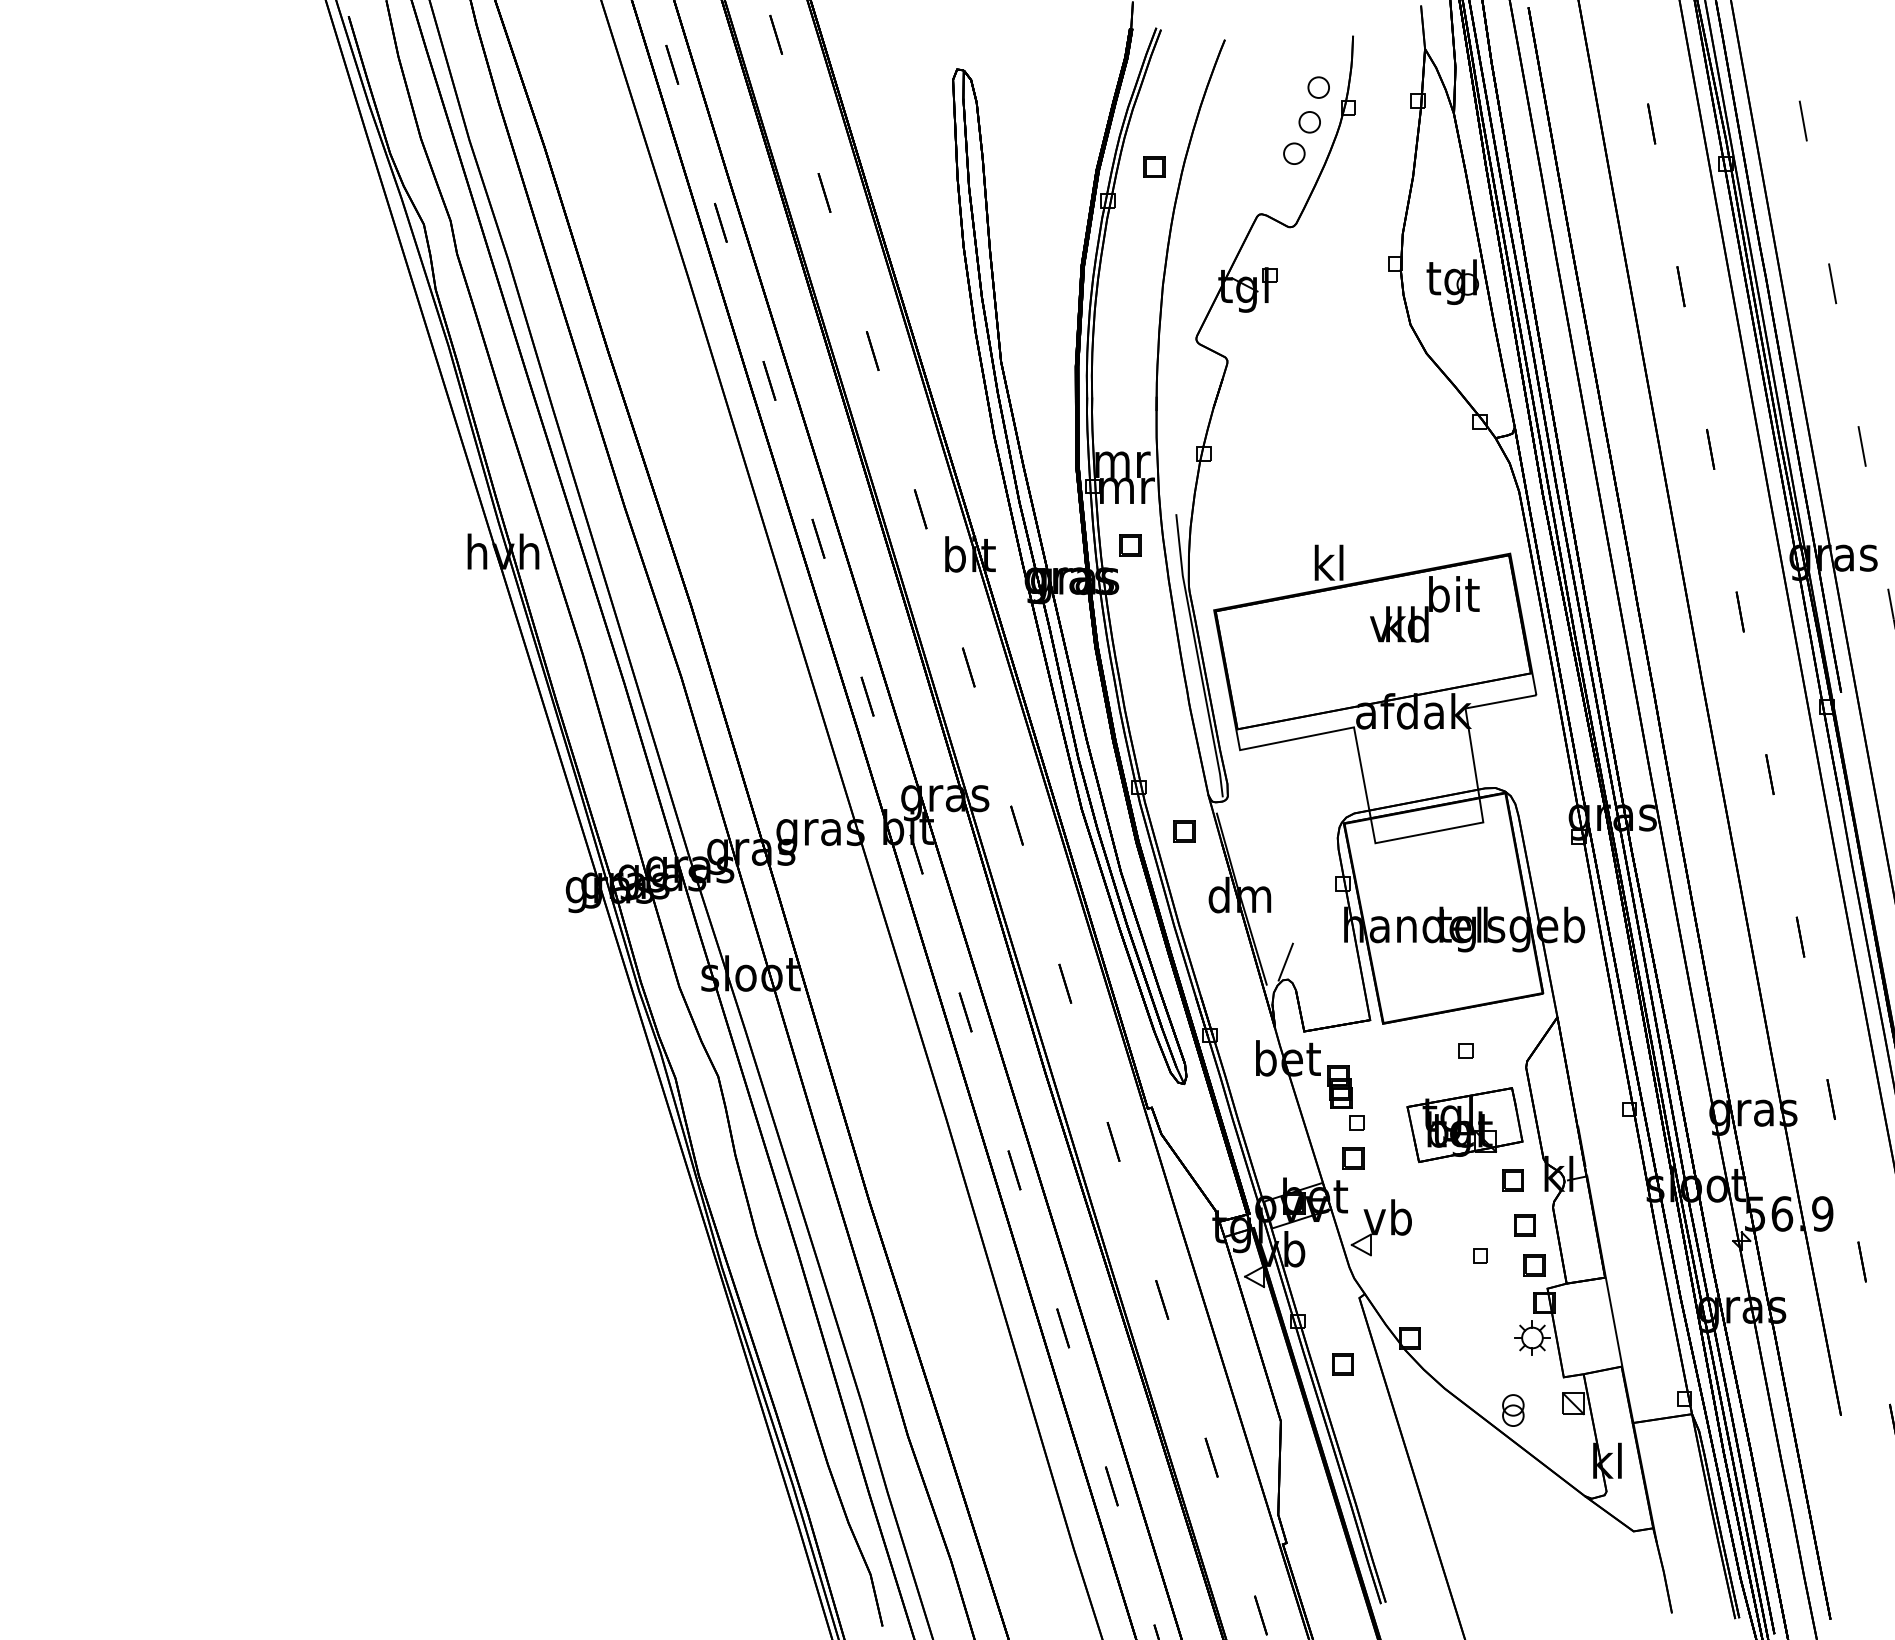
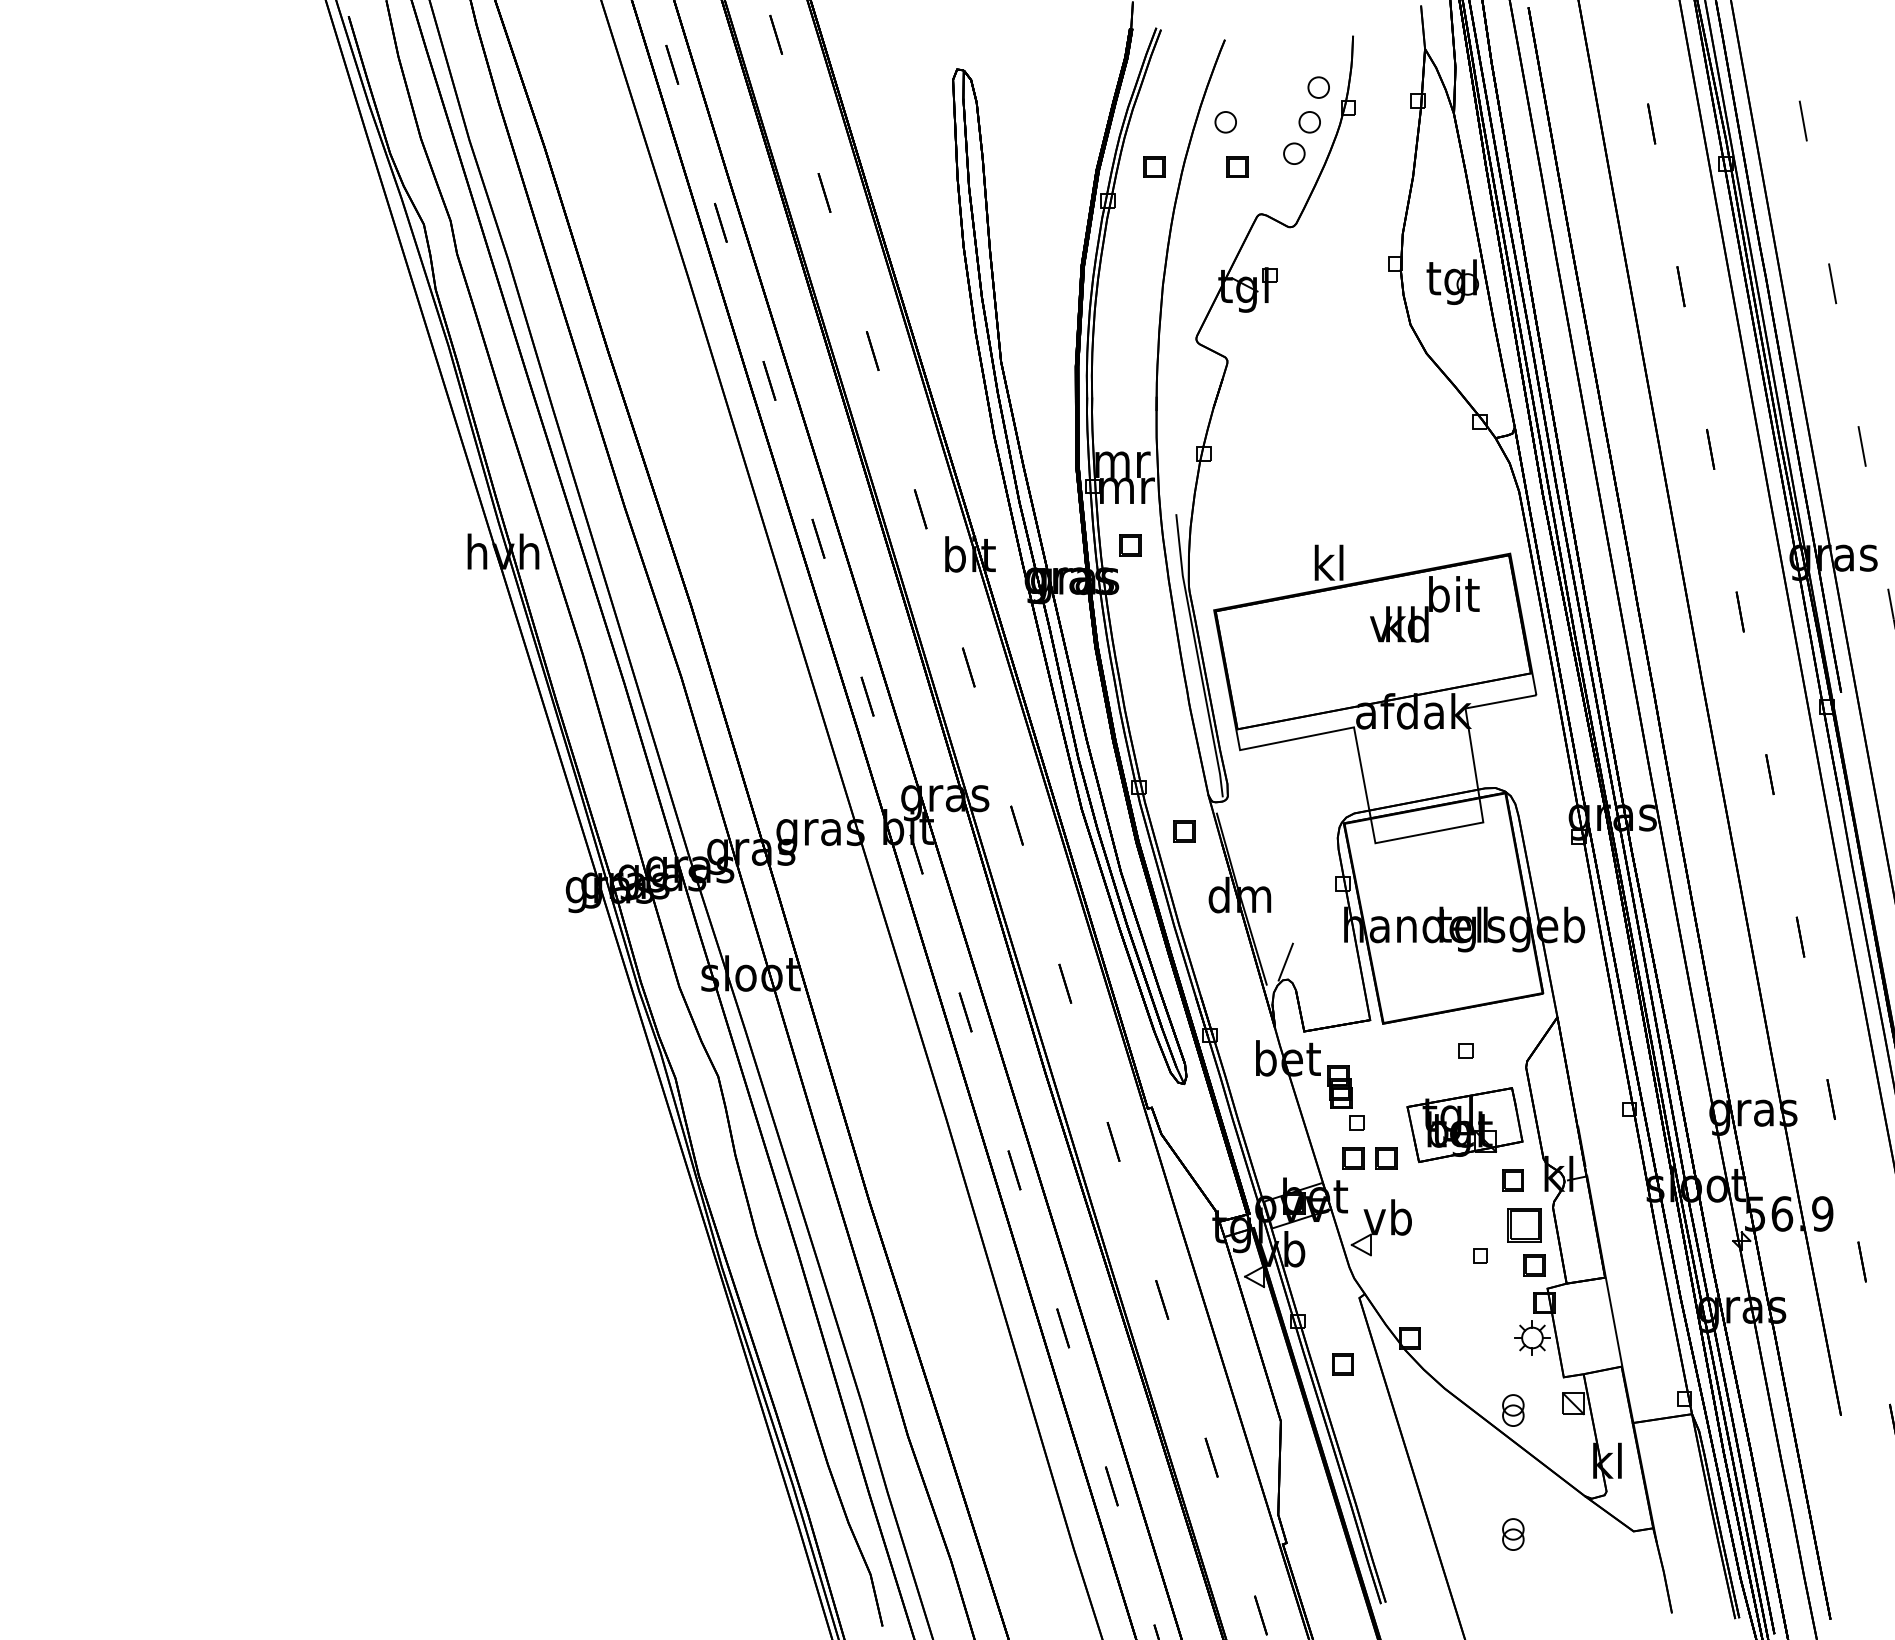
part at (1225, 122): none -> present
part at (1237, 166): none -> present
part at (1386, 1158): none -> present
part at (1524, 1225) size: 22x23 px -> 35x35 px
part at (1513, 1534): none -> present
